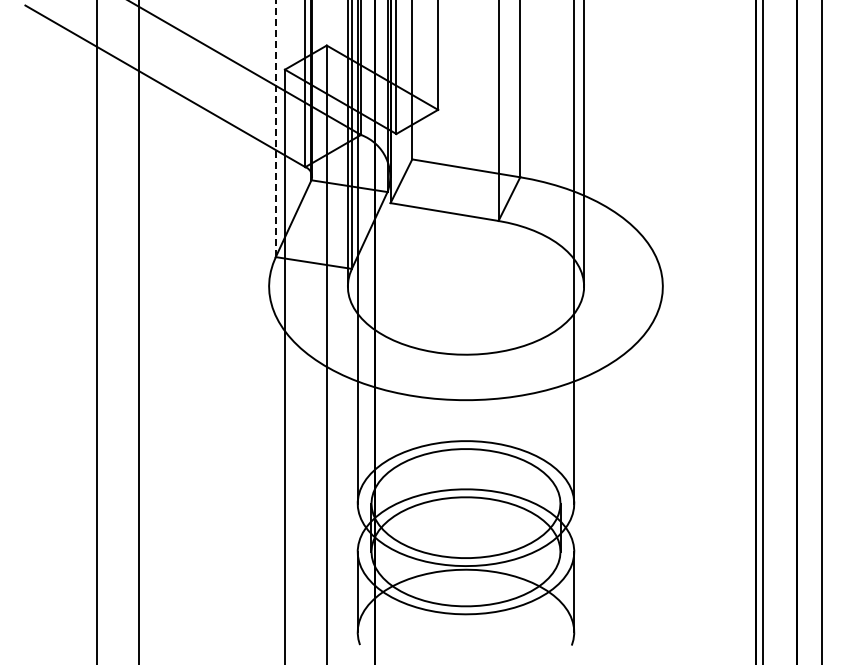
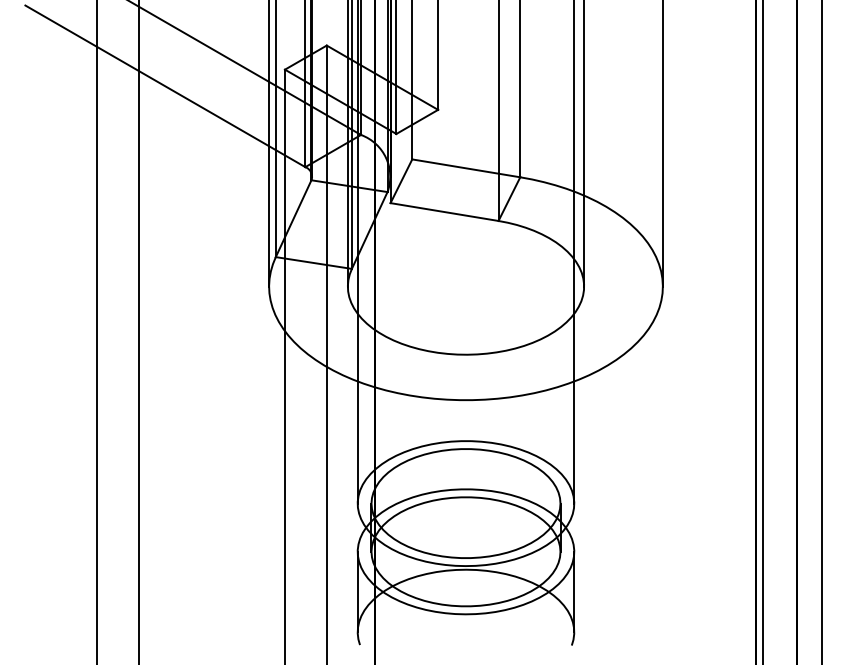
line at (275, 128): dashed -> solid
line at (269, 144): none -> present
line at (662, 144): none -> present
